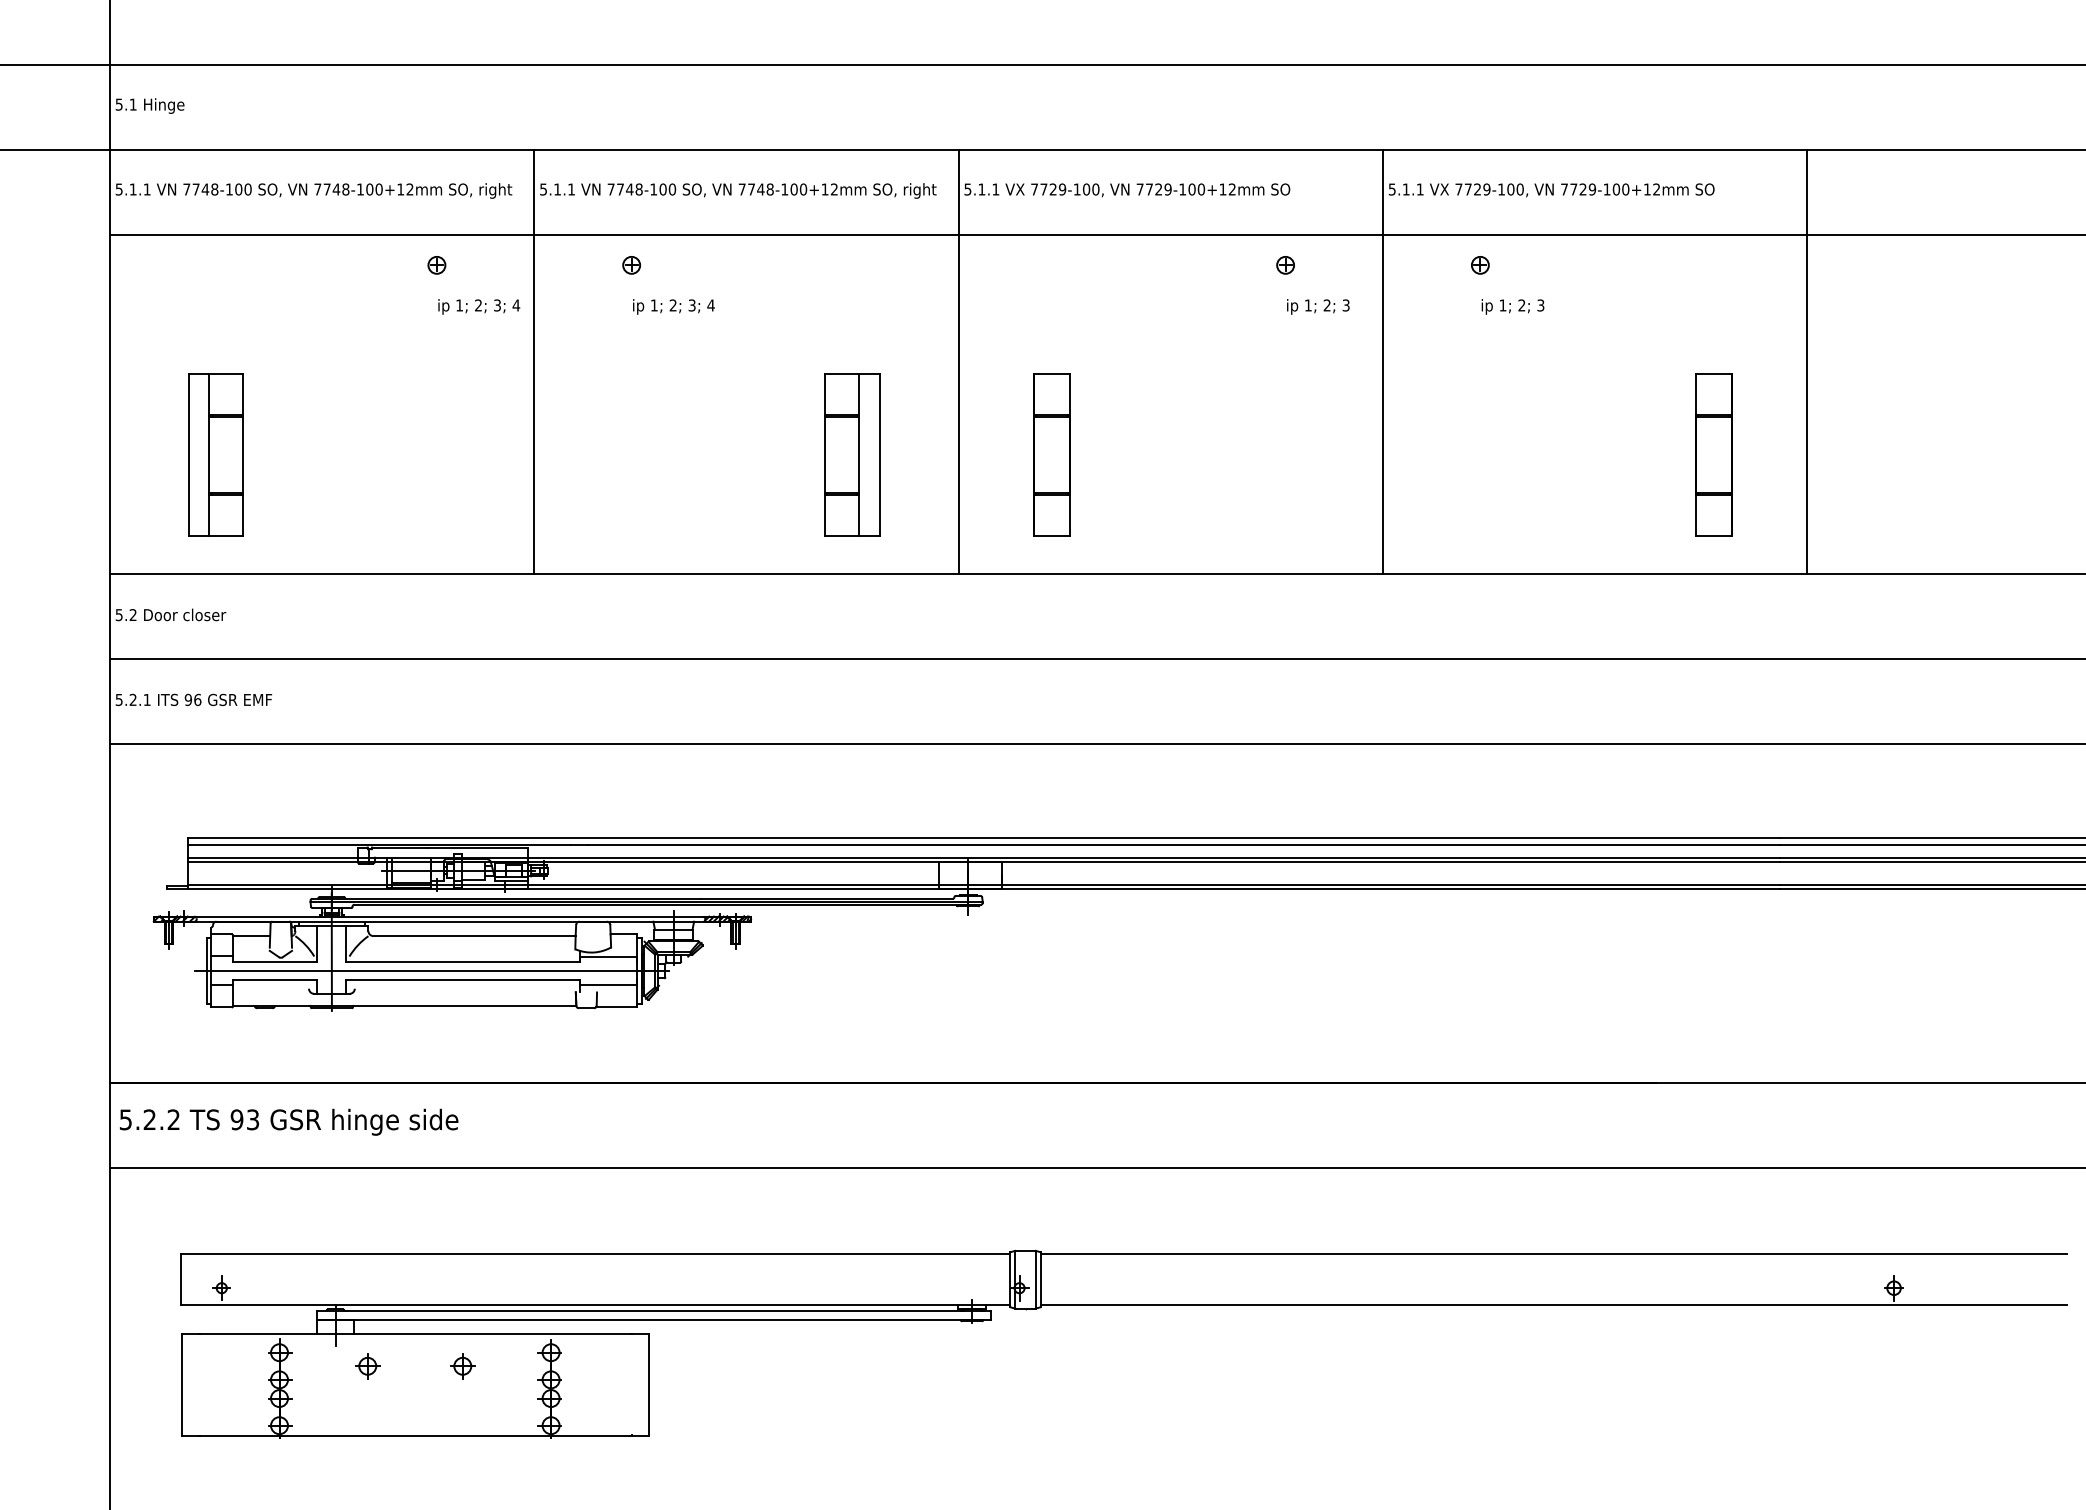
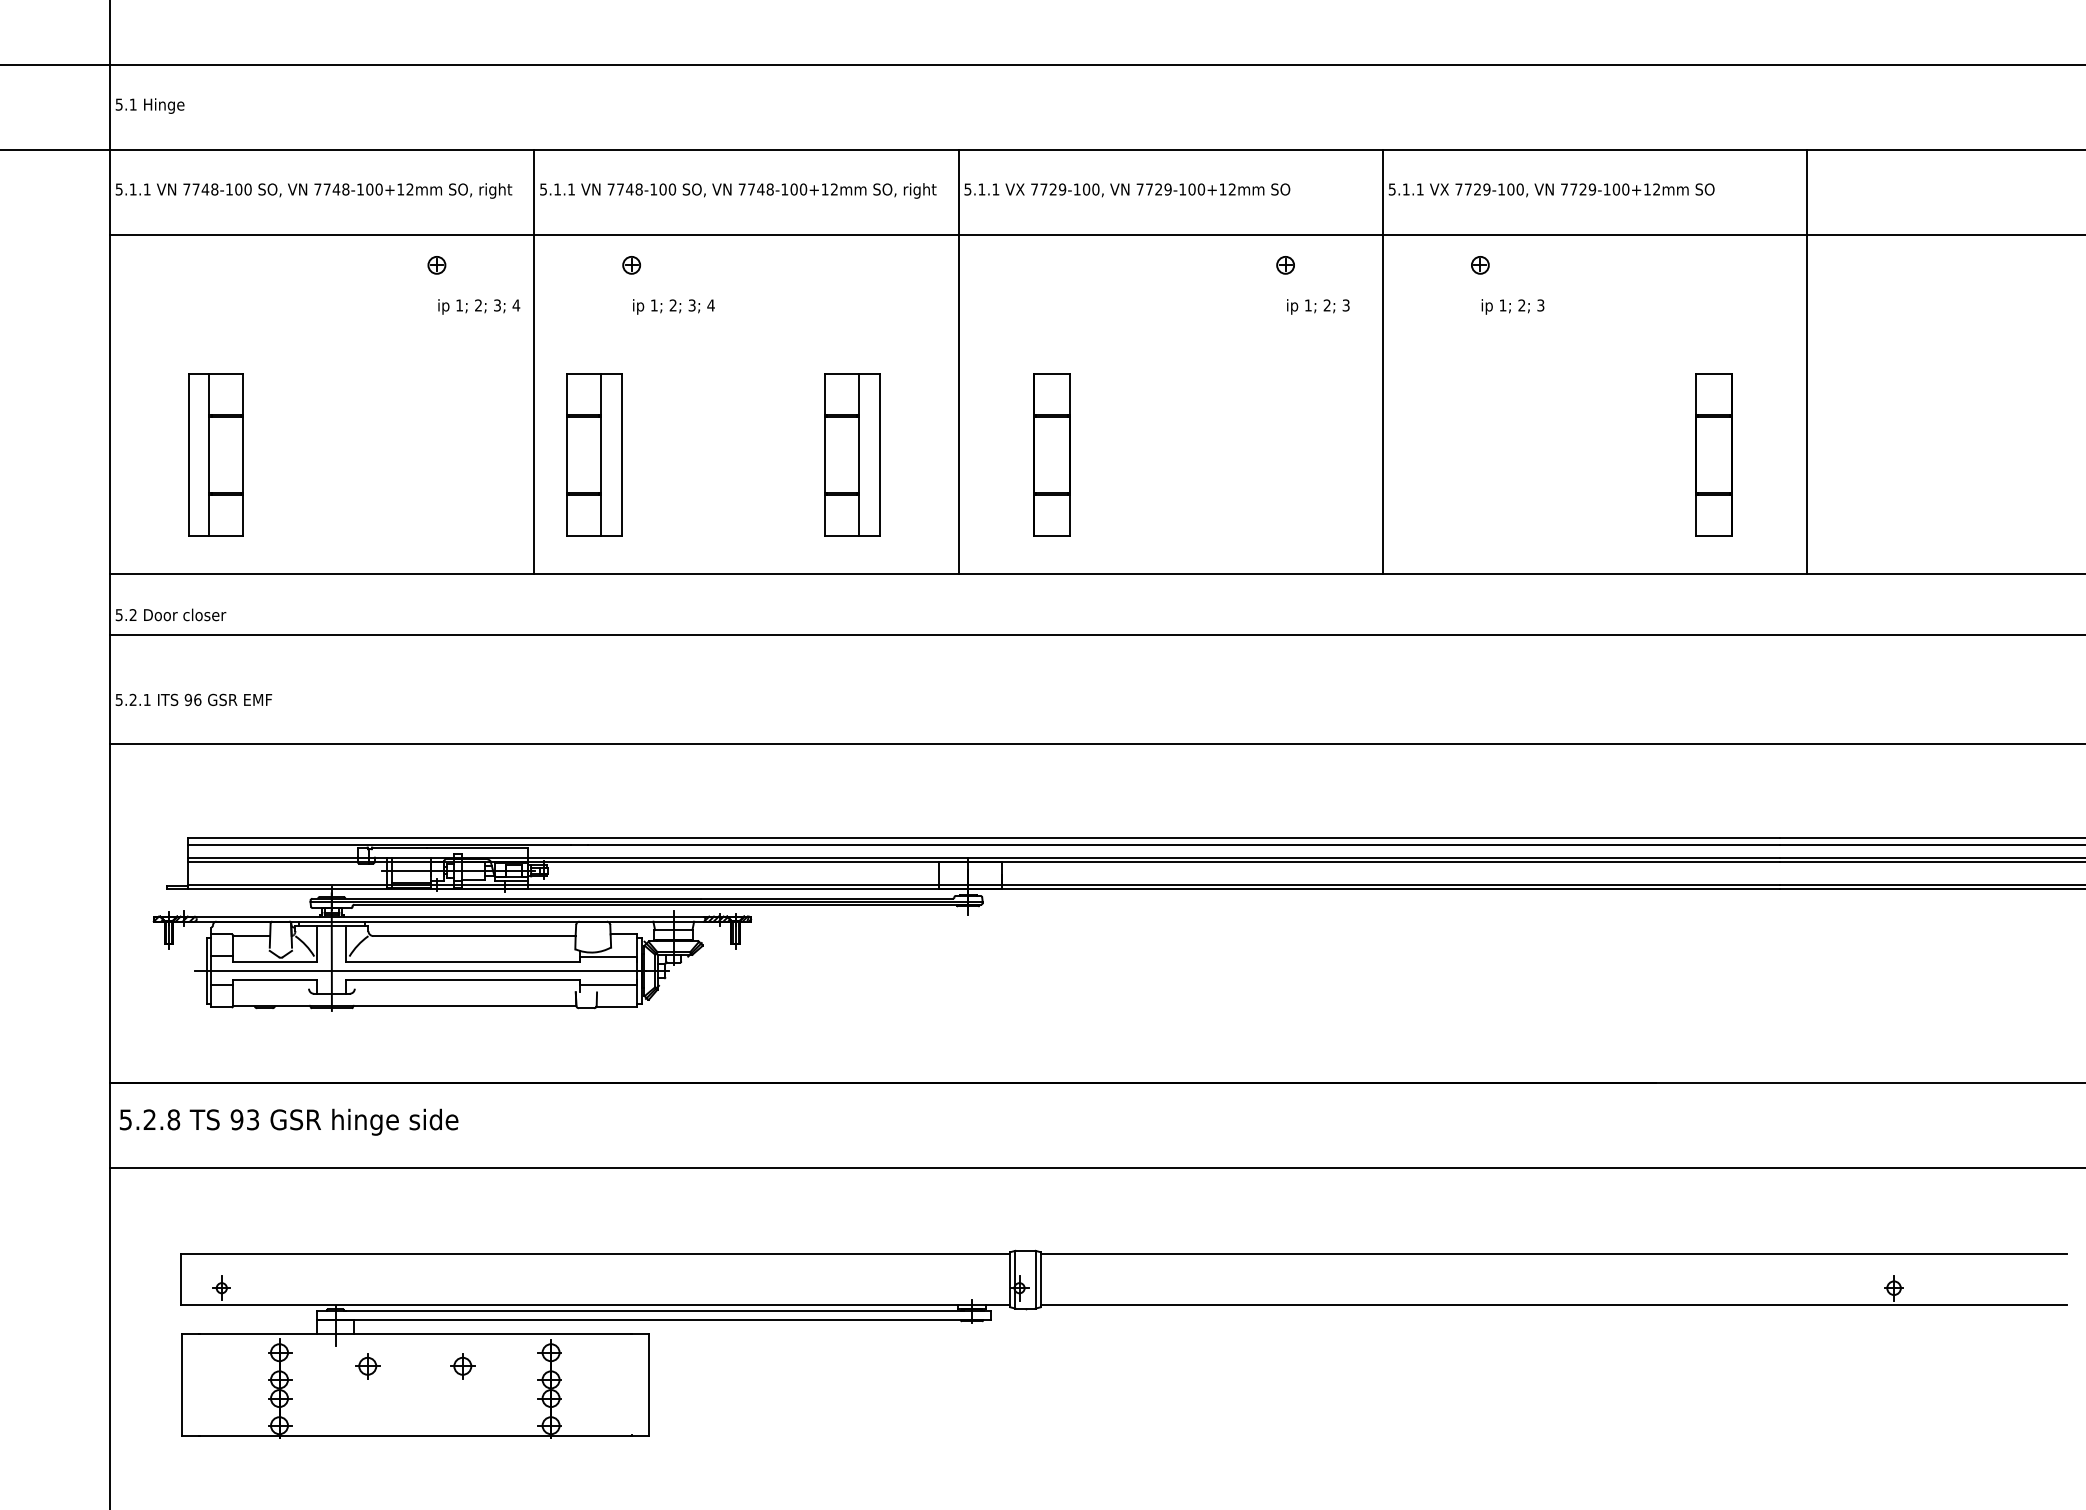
part at (594, 454): none -> present
line at (1095, 659) position: (1095, 659) -> (1095, 635)
text at (173, 1119): 5.2.2 -> 5.2.8
